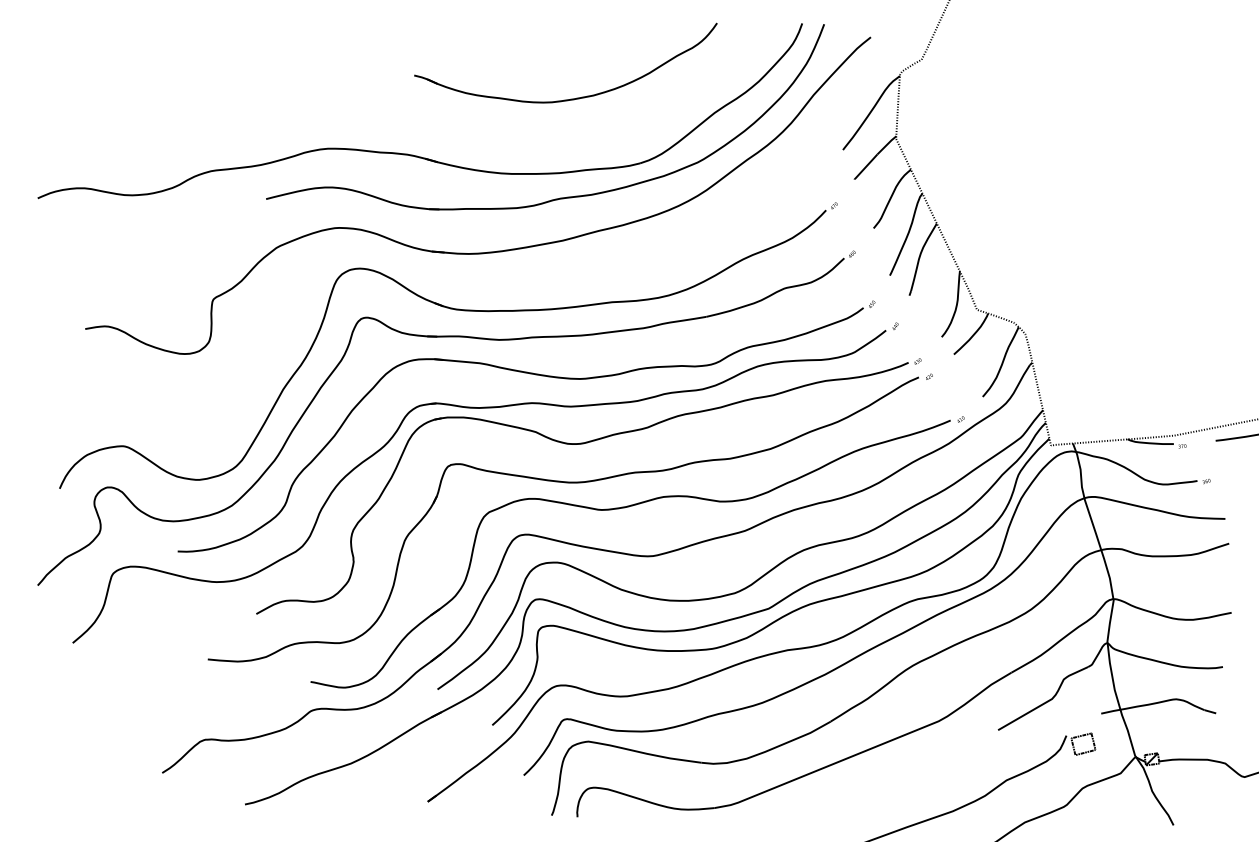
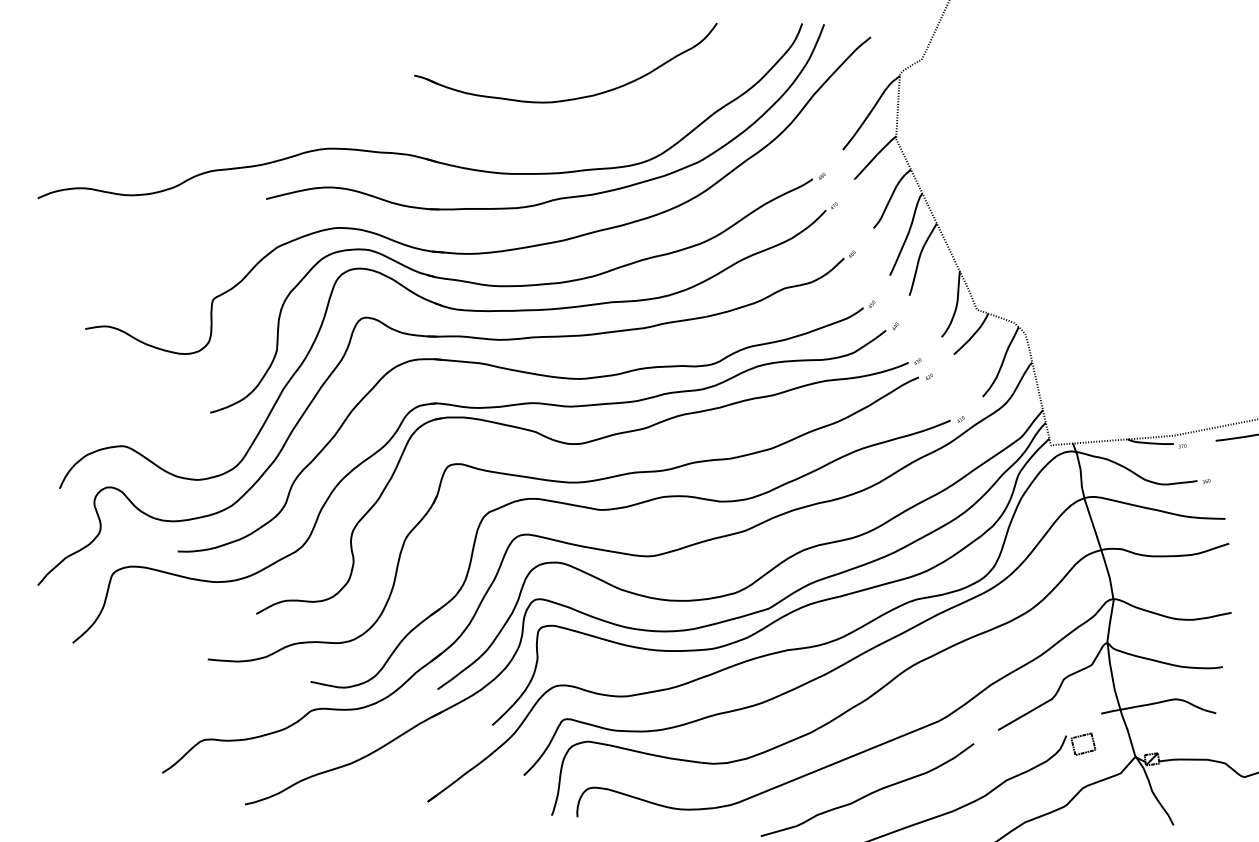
part at (517, 292): none -> present
curve at (868, 793): none -> present
